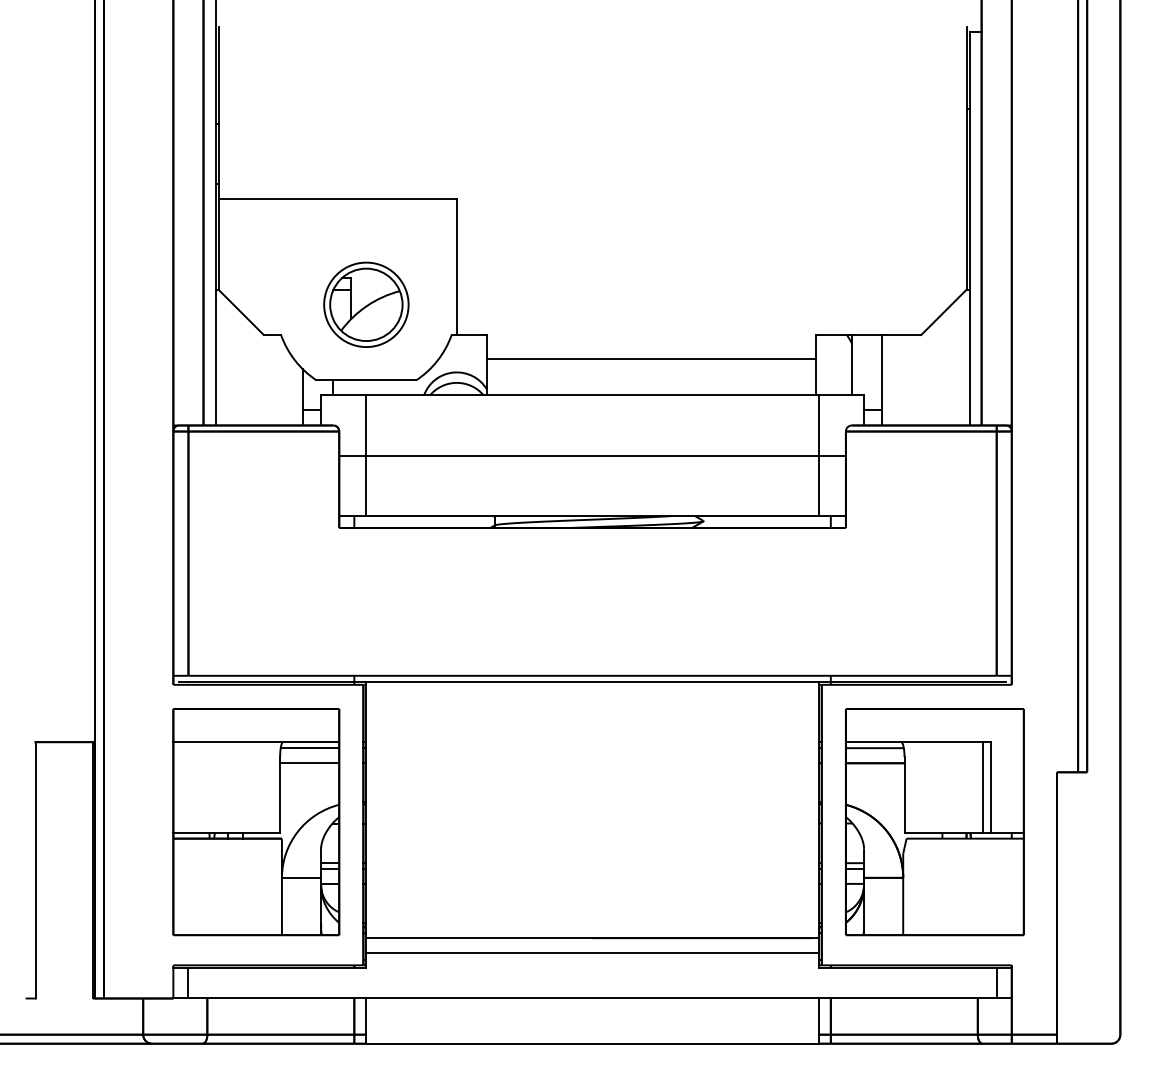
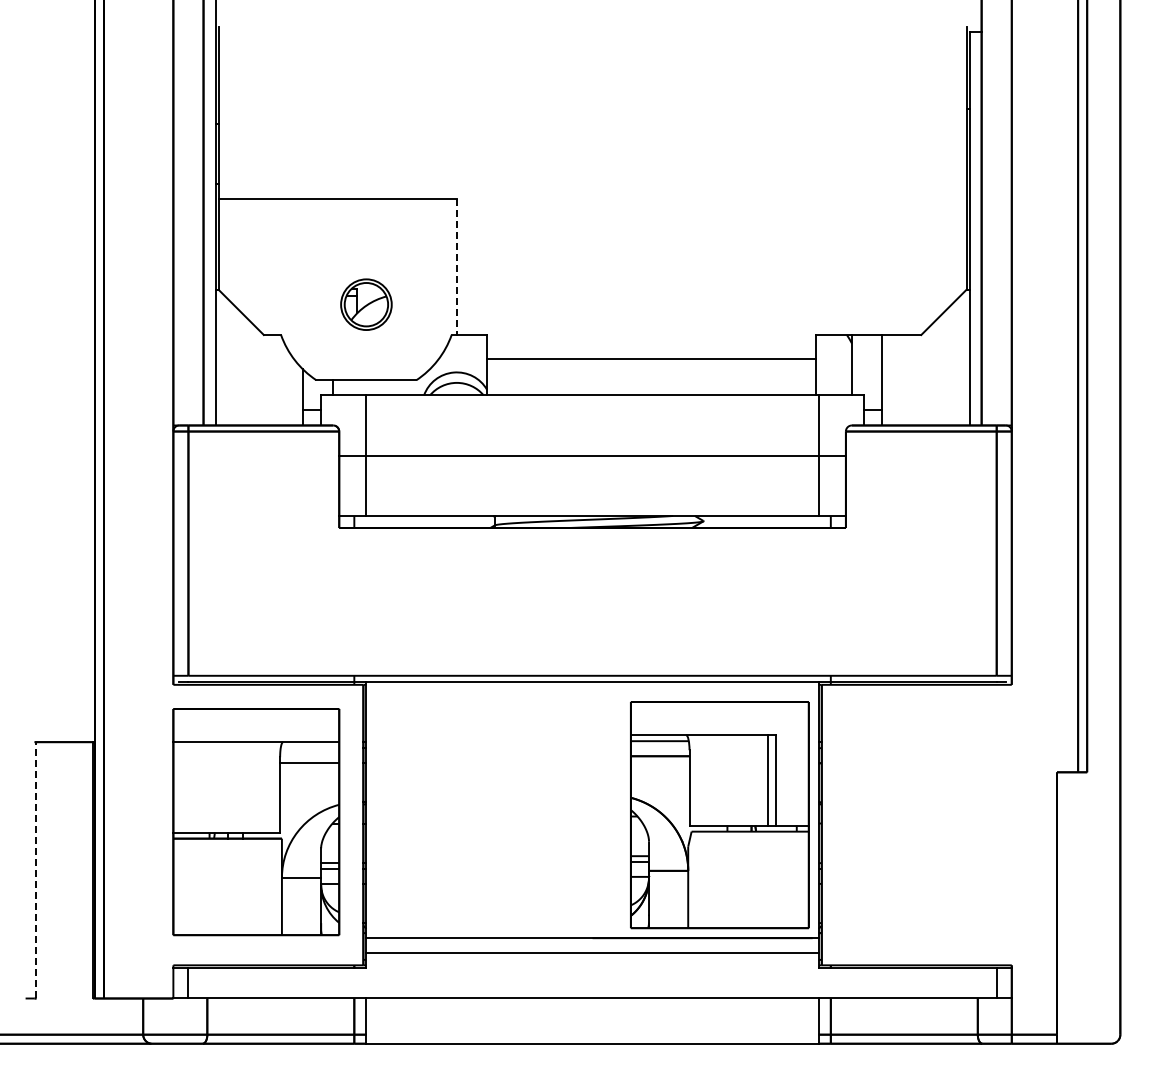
line at (456, 267): solid -> dashed
part at (366, 304) size: 87x87 px -> 53x53 px
line at (309, 748): present -> none
part at (934, 822) position: (934, 822) -> (719, 815)
line at (36, 869): solid -> dashed
